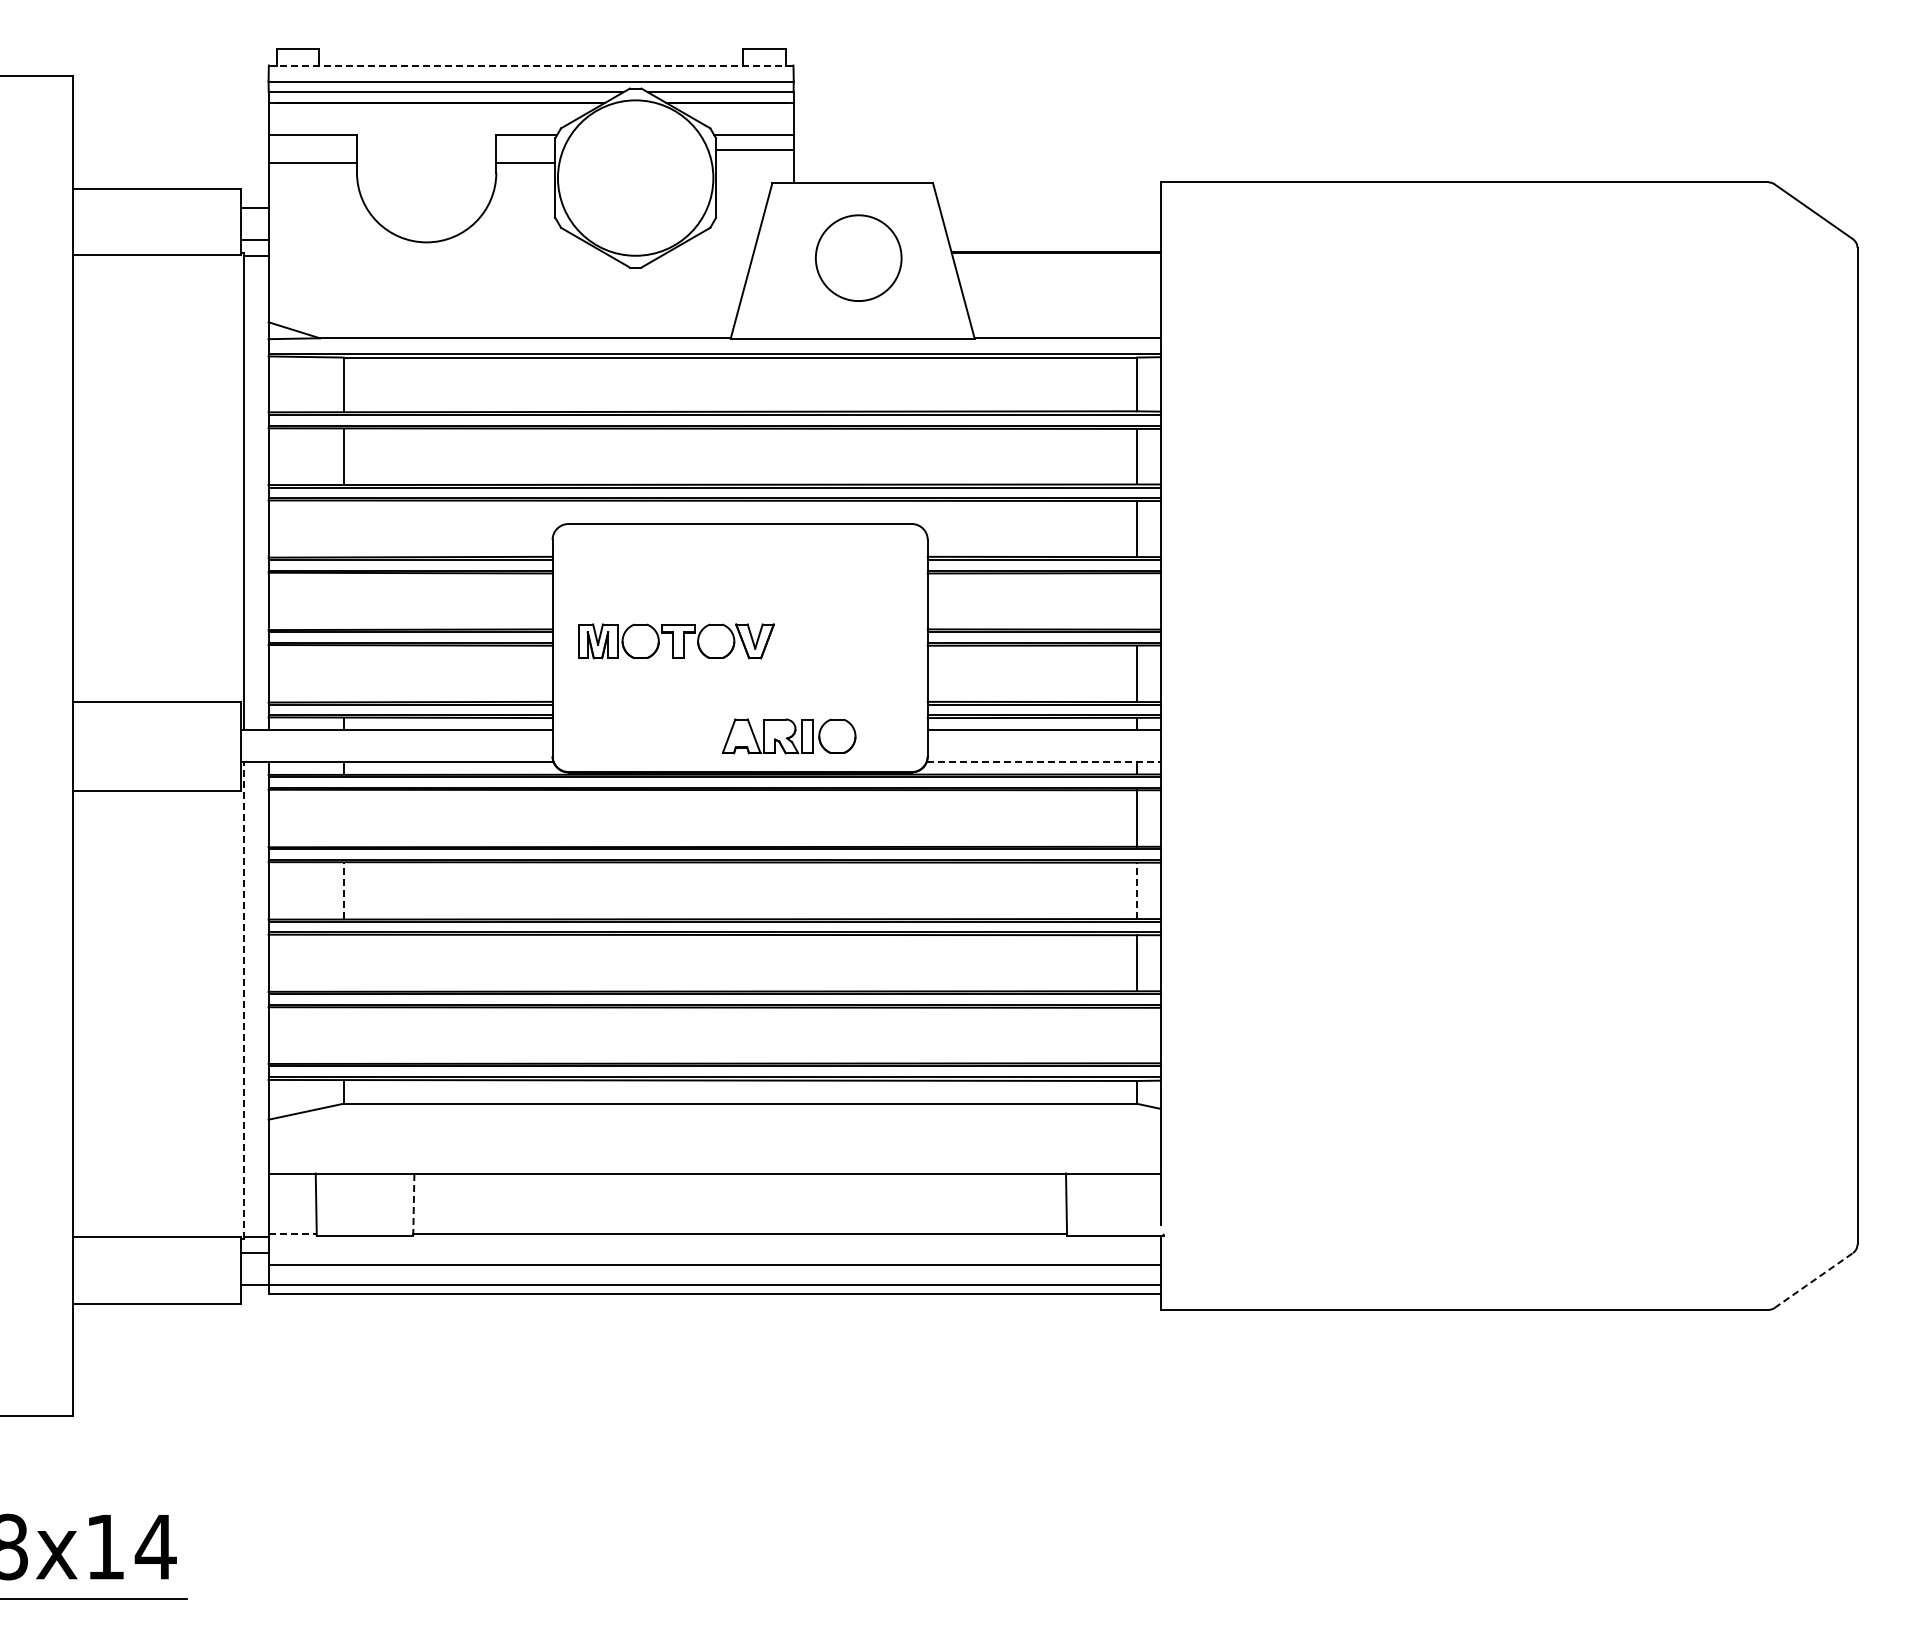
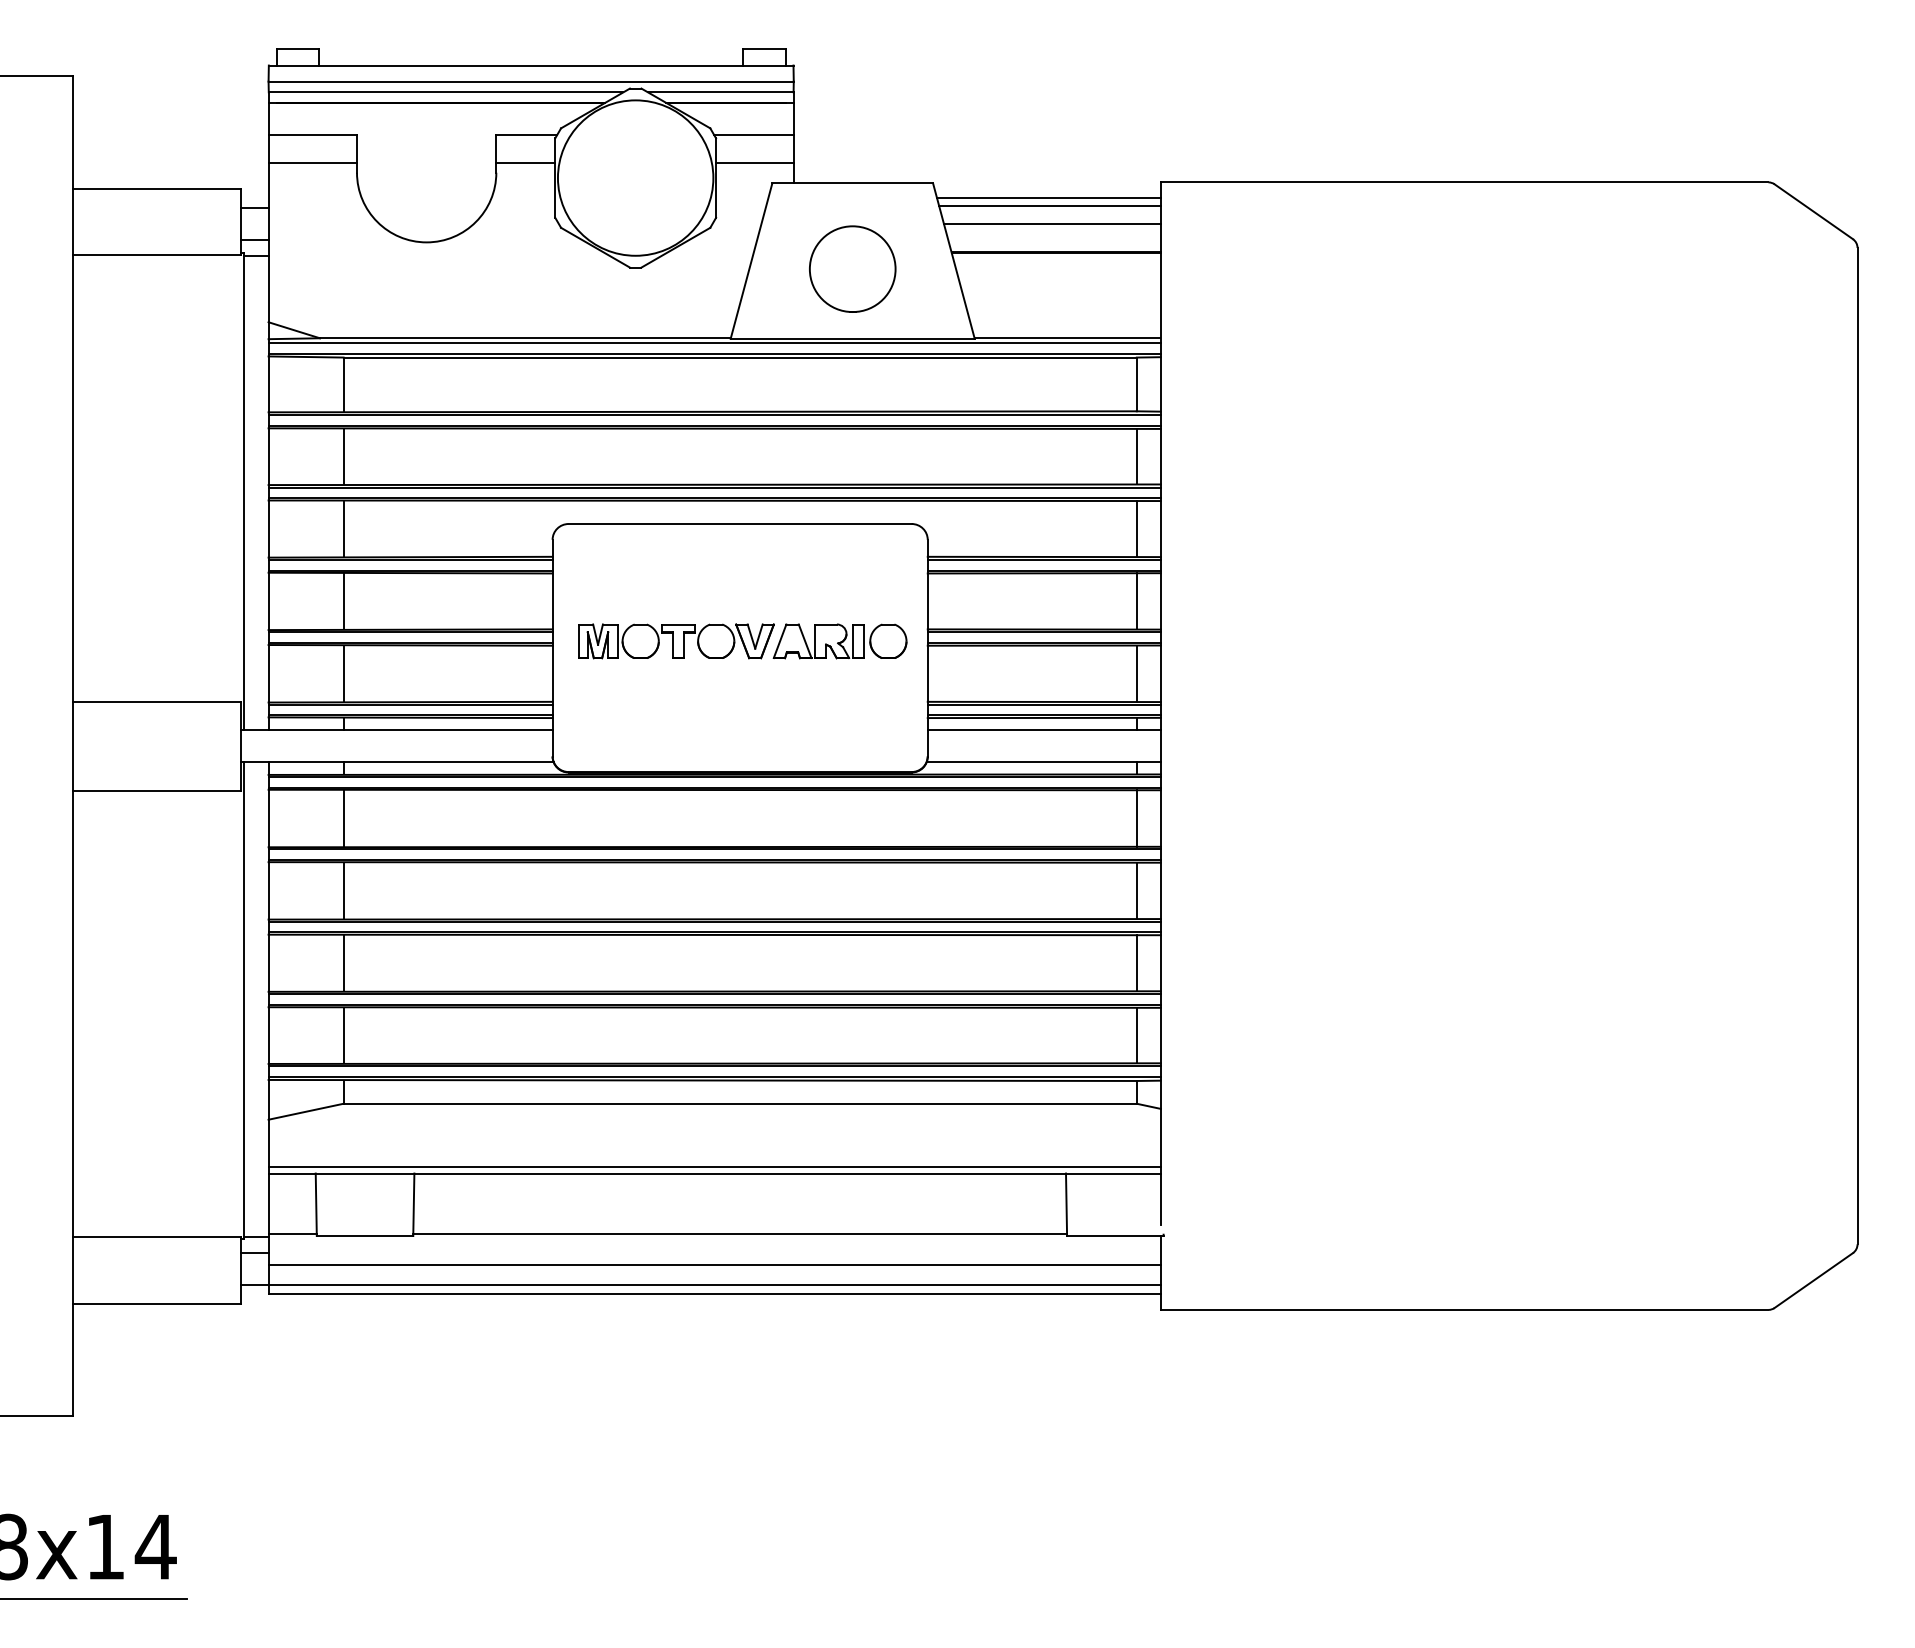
line at (531, 65): dashed -> solid
line at (754, 150) position: (754, 150) -> (754, 163)
line at (1048, 197): none -> present
line at (1049, 206): none -> present
line at (1052, 224): none -> present
circle at (858, 257) position: (858, 257) -> (852, 268)
line at (714, 342): none -> present
line at (343, 528): none -> present
line at (343, 601): none -> present
line at (1136, 601): none -> present
line at (343, 673): none -> present
part at (788, 736) position: (788, 736) -> (839, 641)
line at (1044, 762): dashed -> solid
line at (343, 818): none -> present
line at (343, 890): dashed -> solid
line at (1136, 890): dashed -> solid
line at (343, 963): none -> present
line at (244, 1000): dashed -> solid
line at (343, 1035): none -> present
line at (1136, 1035): none -> present
line at (714, 1166): none -> present
line at (413, 1204): dashed -> solid
line at (293, 1233): dashed -> solid
line at (1813, 1280): dashed -> solid
